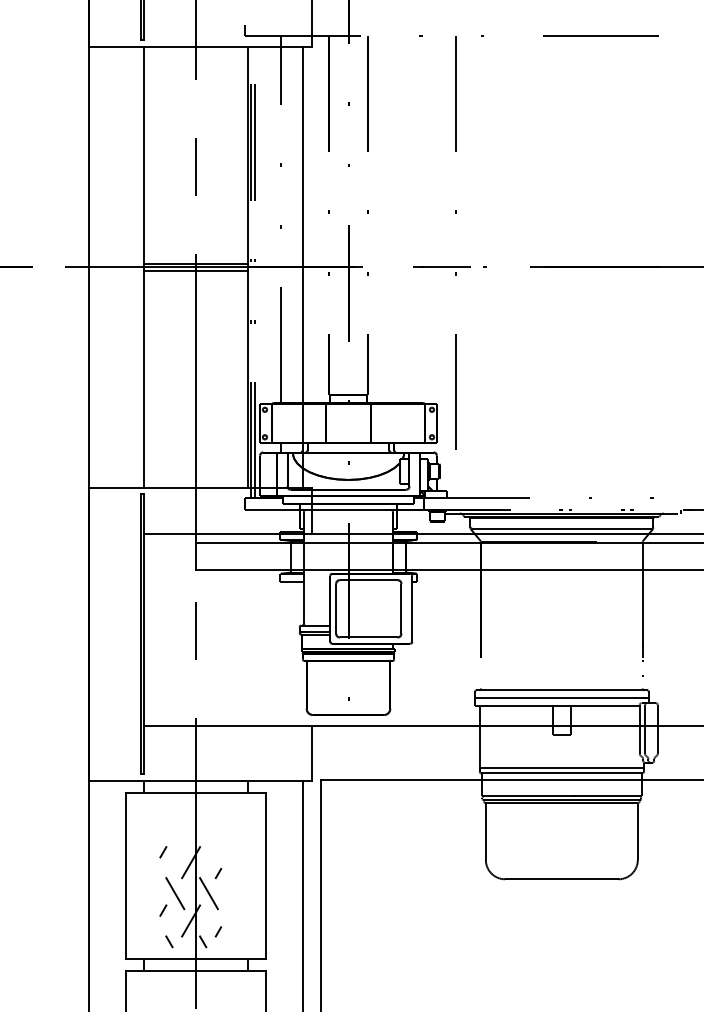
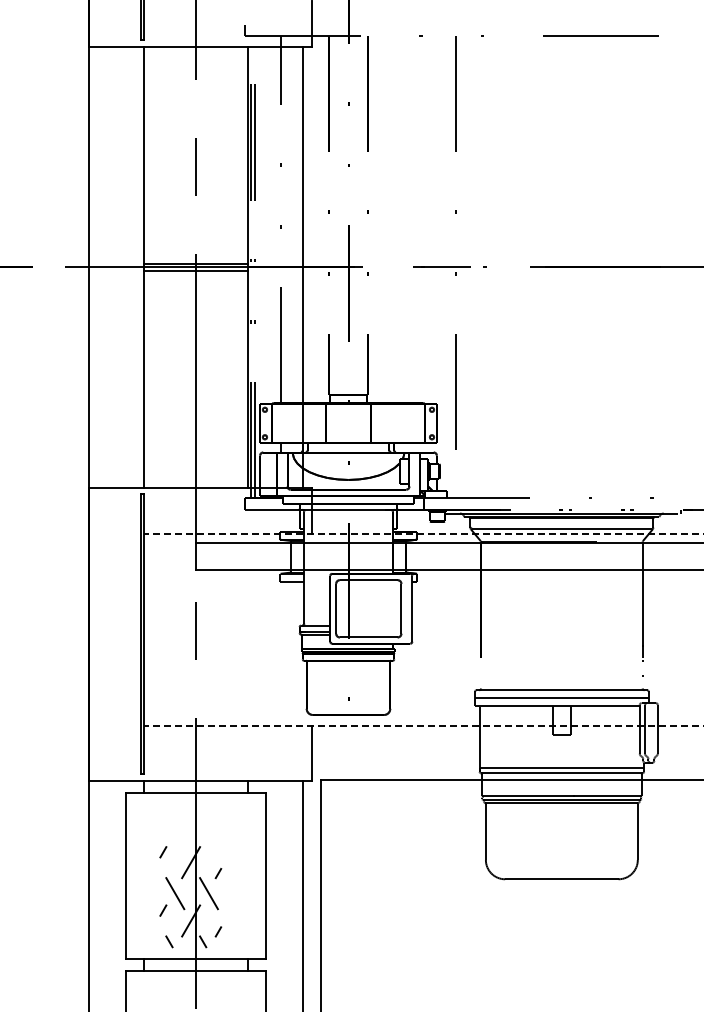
line at (423, 533): solid -> dashed
line at (423, 725): solid -> dashed
